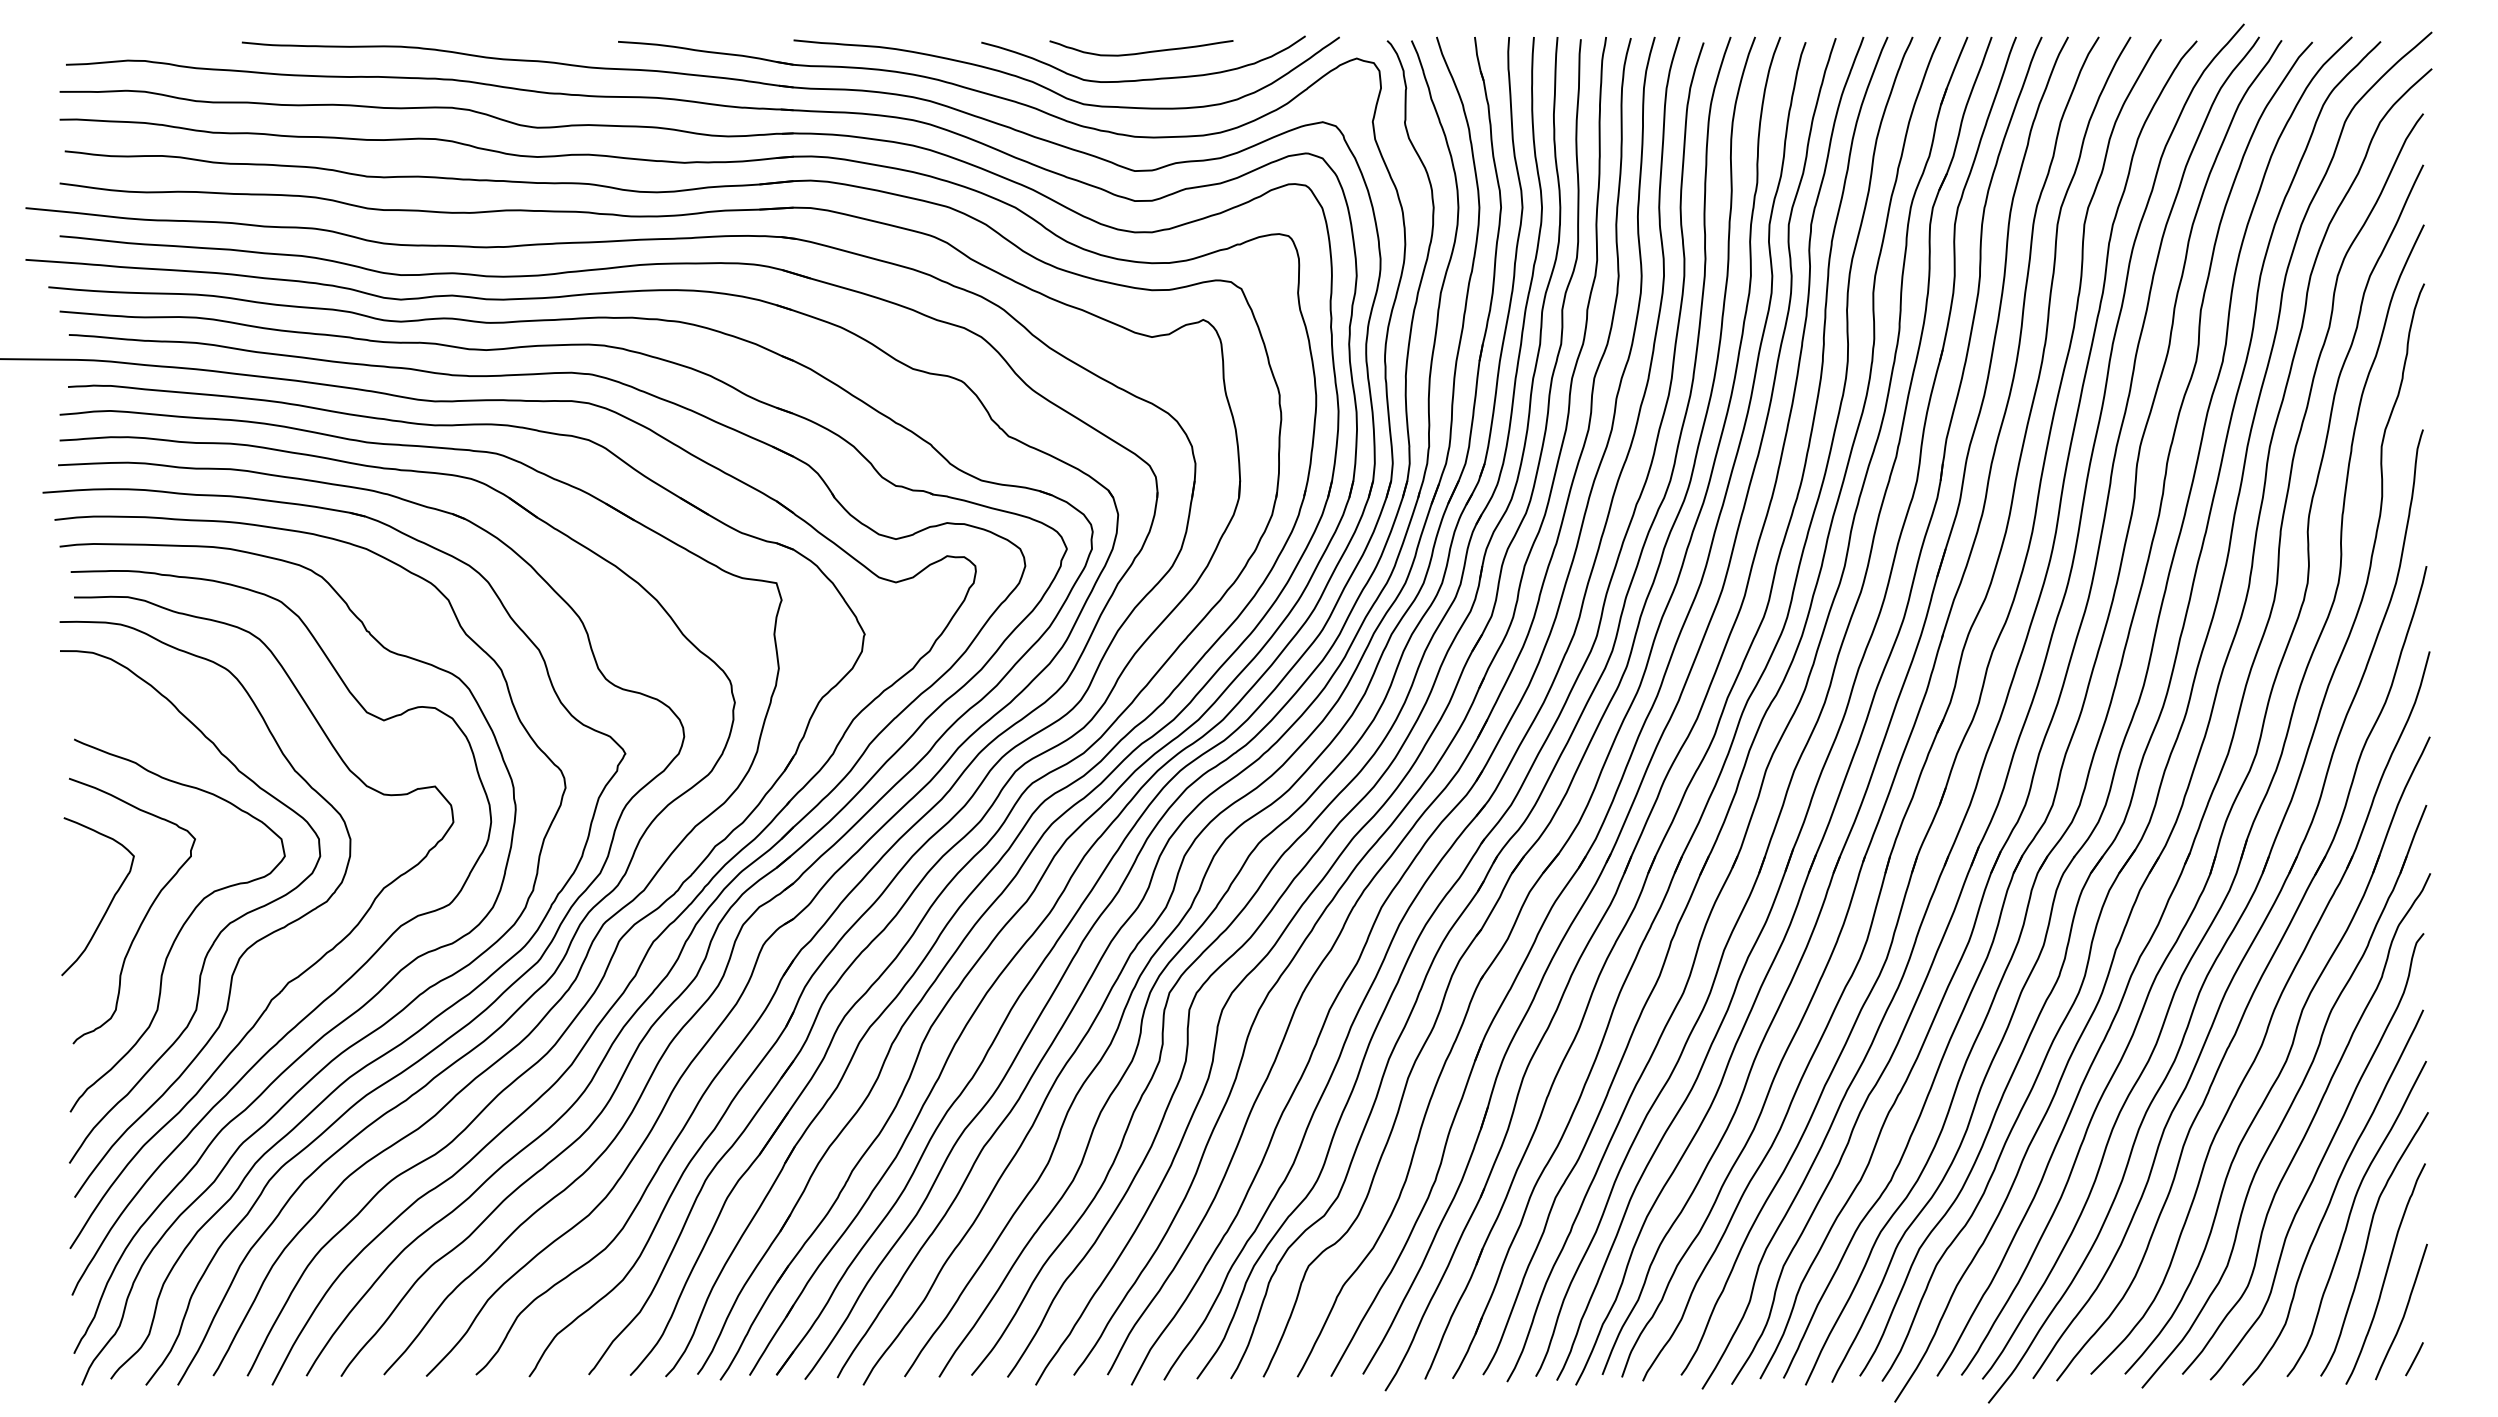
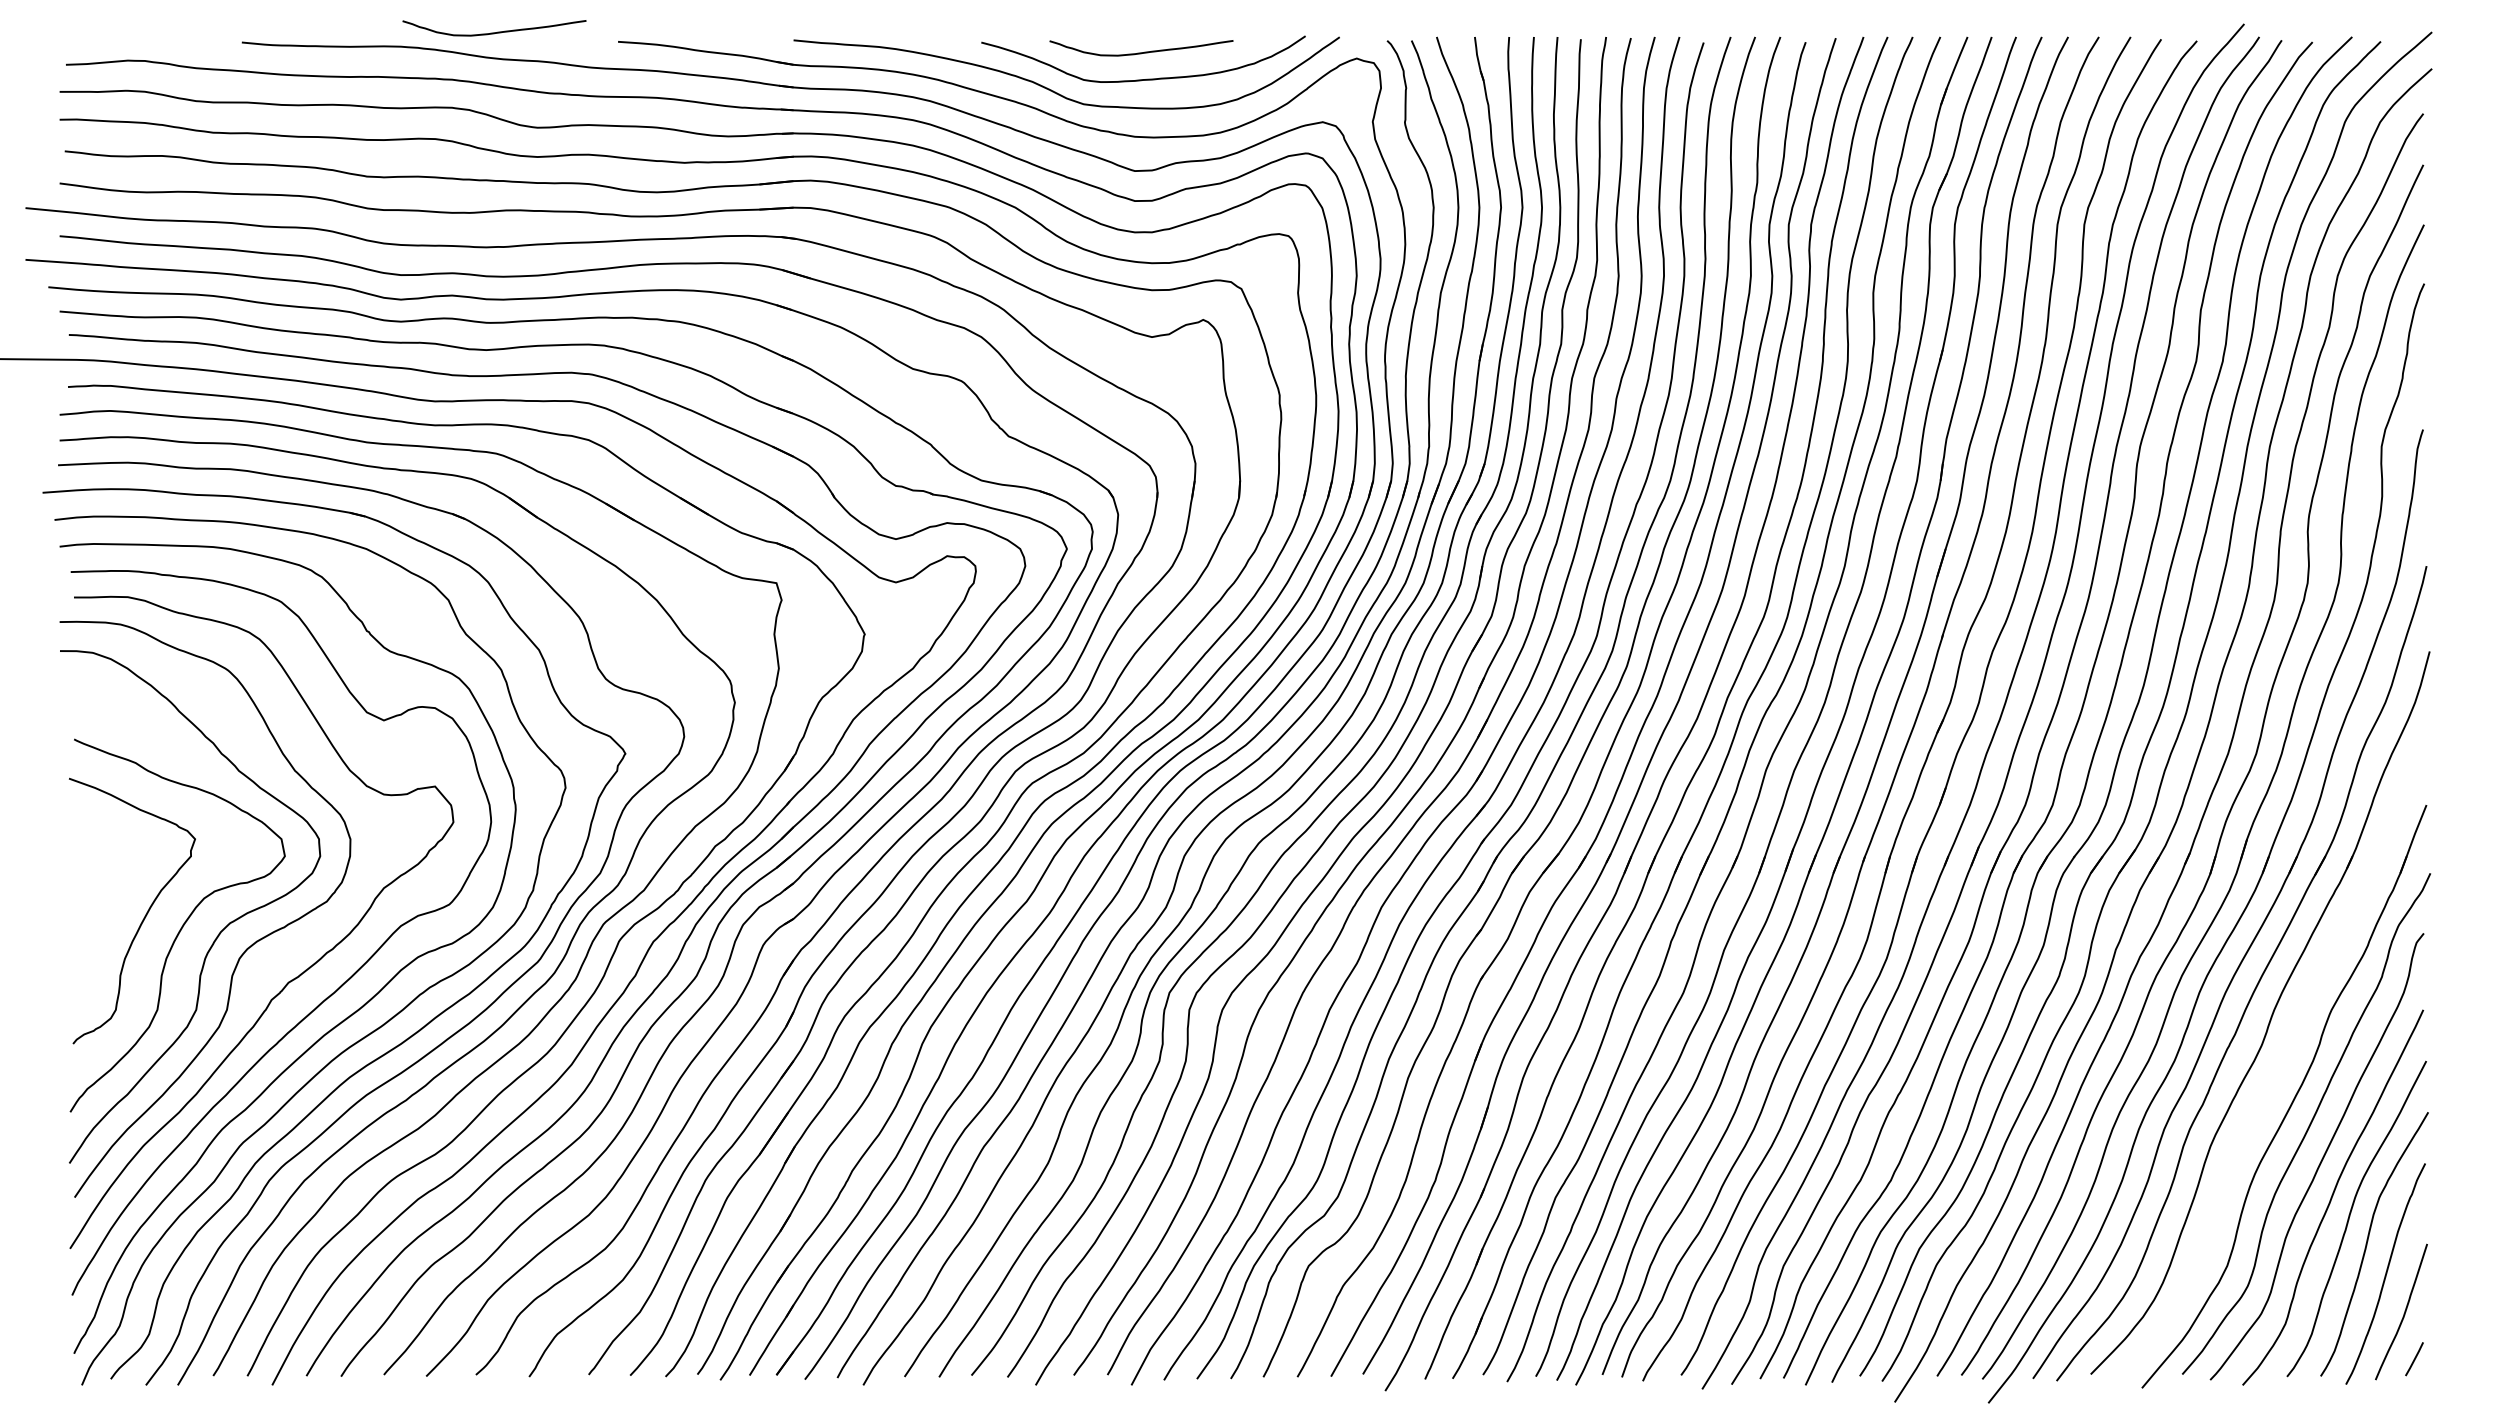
curve at (494, 32): none -> present
curve at (109, 903): present -> none
part at (2285, 1059): present -> none
